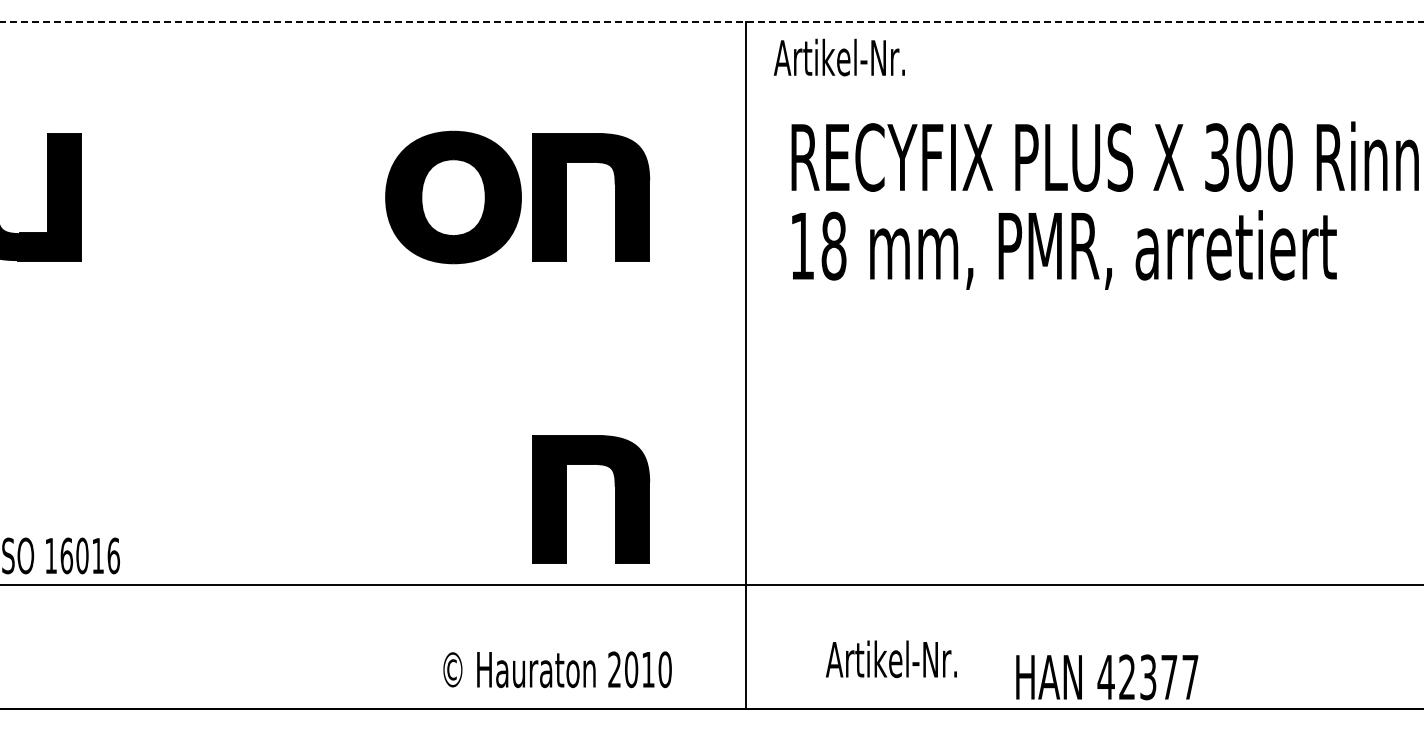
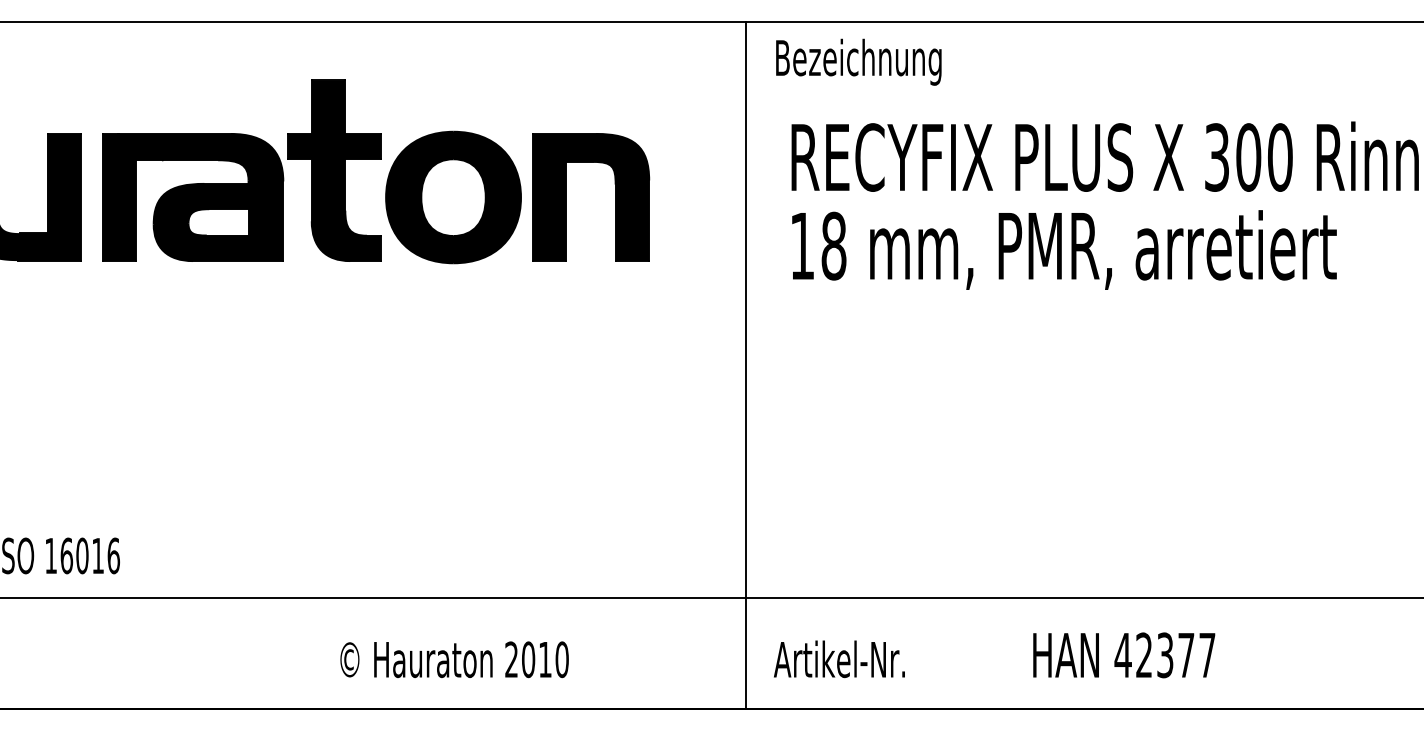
line at (711, 22): dashed -> solid
text at (857, 61): Artikel-Nr. -> Bezeichnung
part at (241, 170): none -> present
part at (615, 499): present -> none
line at (711, 585) position: (711, 585) -> (711, 598)
text at (891, 659) position: (891, 659) -> (839, 659)
text at (557, 669) position: (557, 669) -> (454, 659)
text at (1107, 677) position: (1107, 677) -> (1124, 655)
